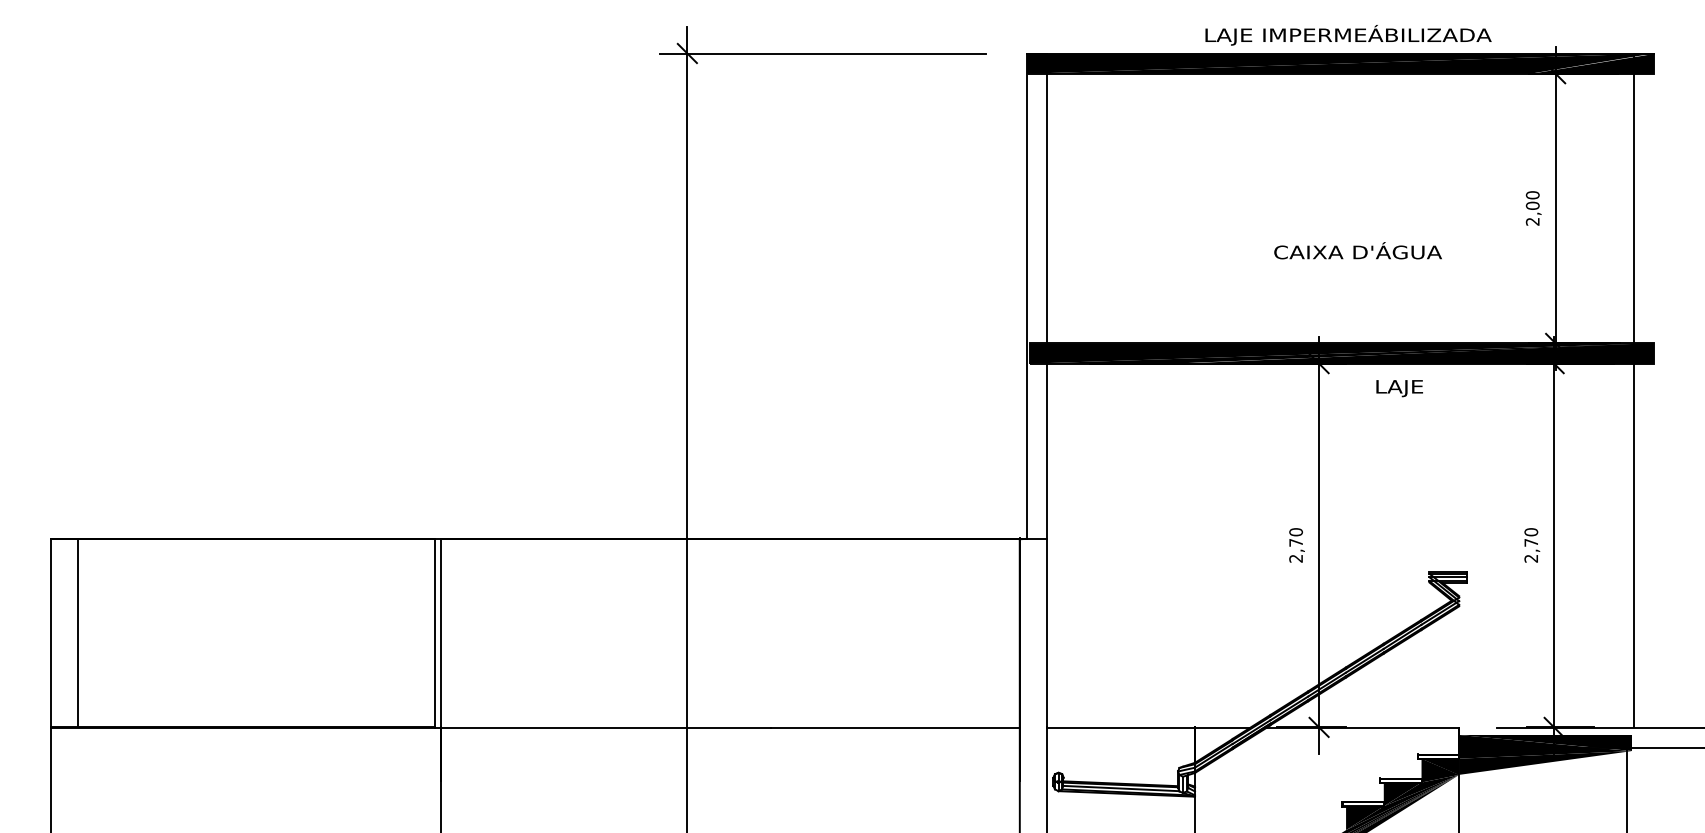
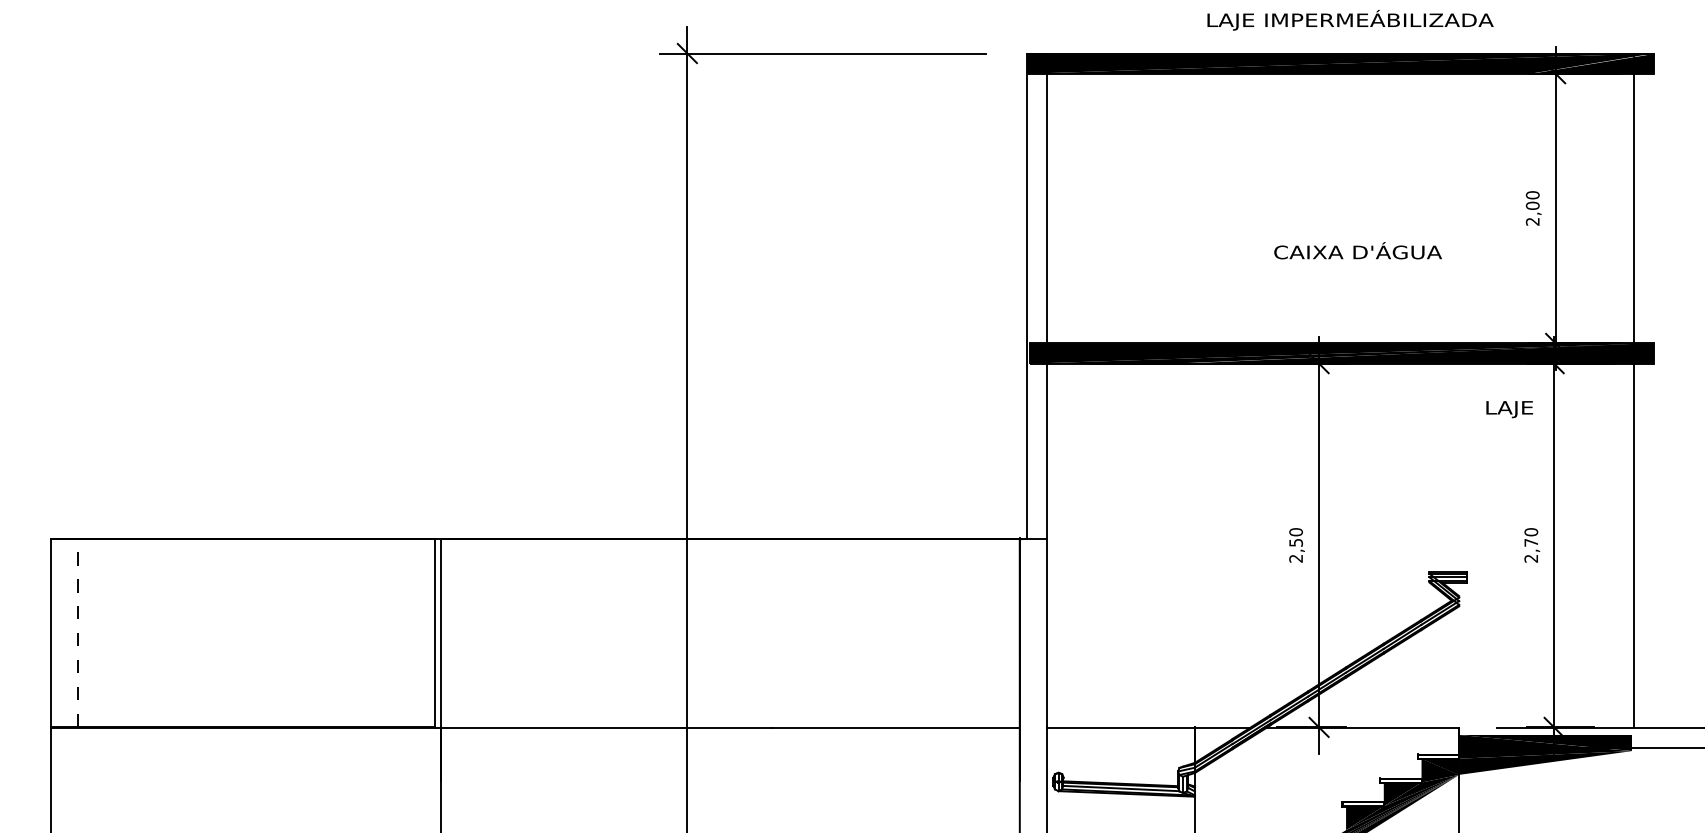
text at (1348, 35) position: (1348, 35) -> (1350, 20)
text at (1399, 388) position: (1399, 388) -> (1509, 409)
text at (1296, 542): 2,70 -> 2,50
line at (78, 632): solid -> dashed
line at (1627, 788): present -> none
